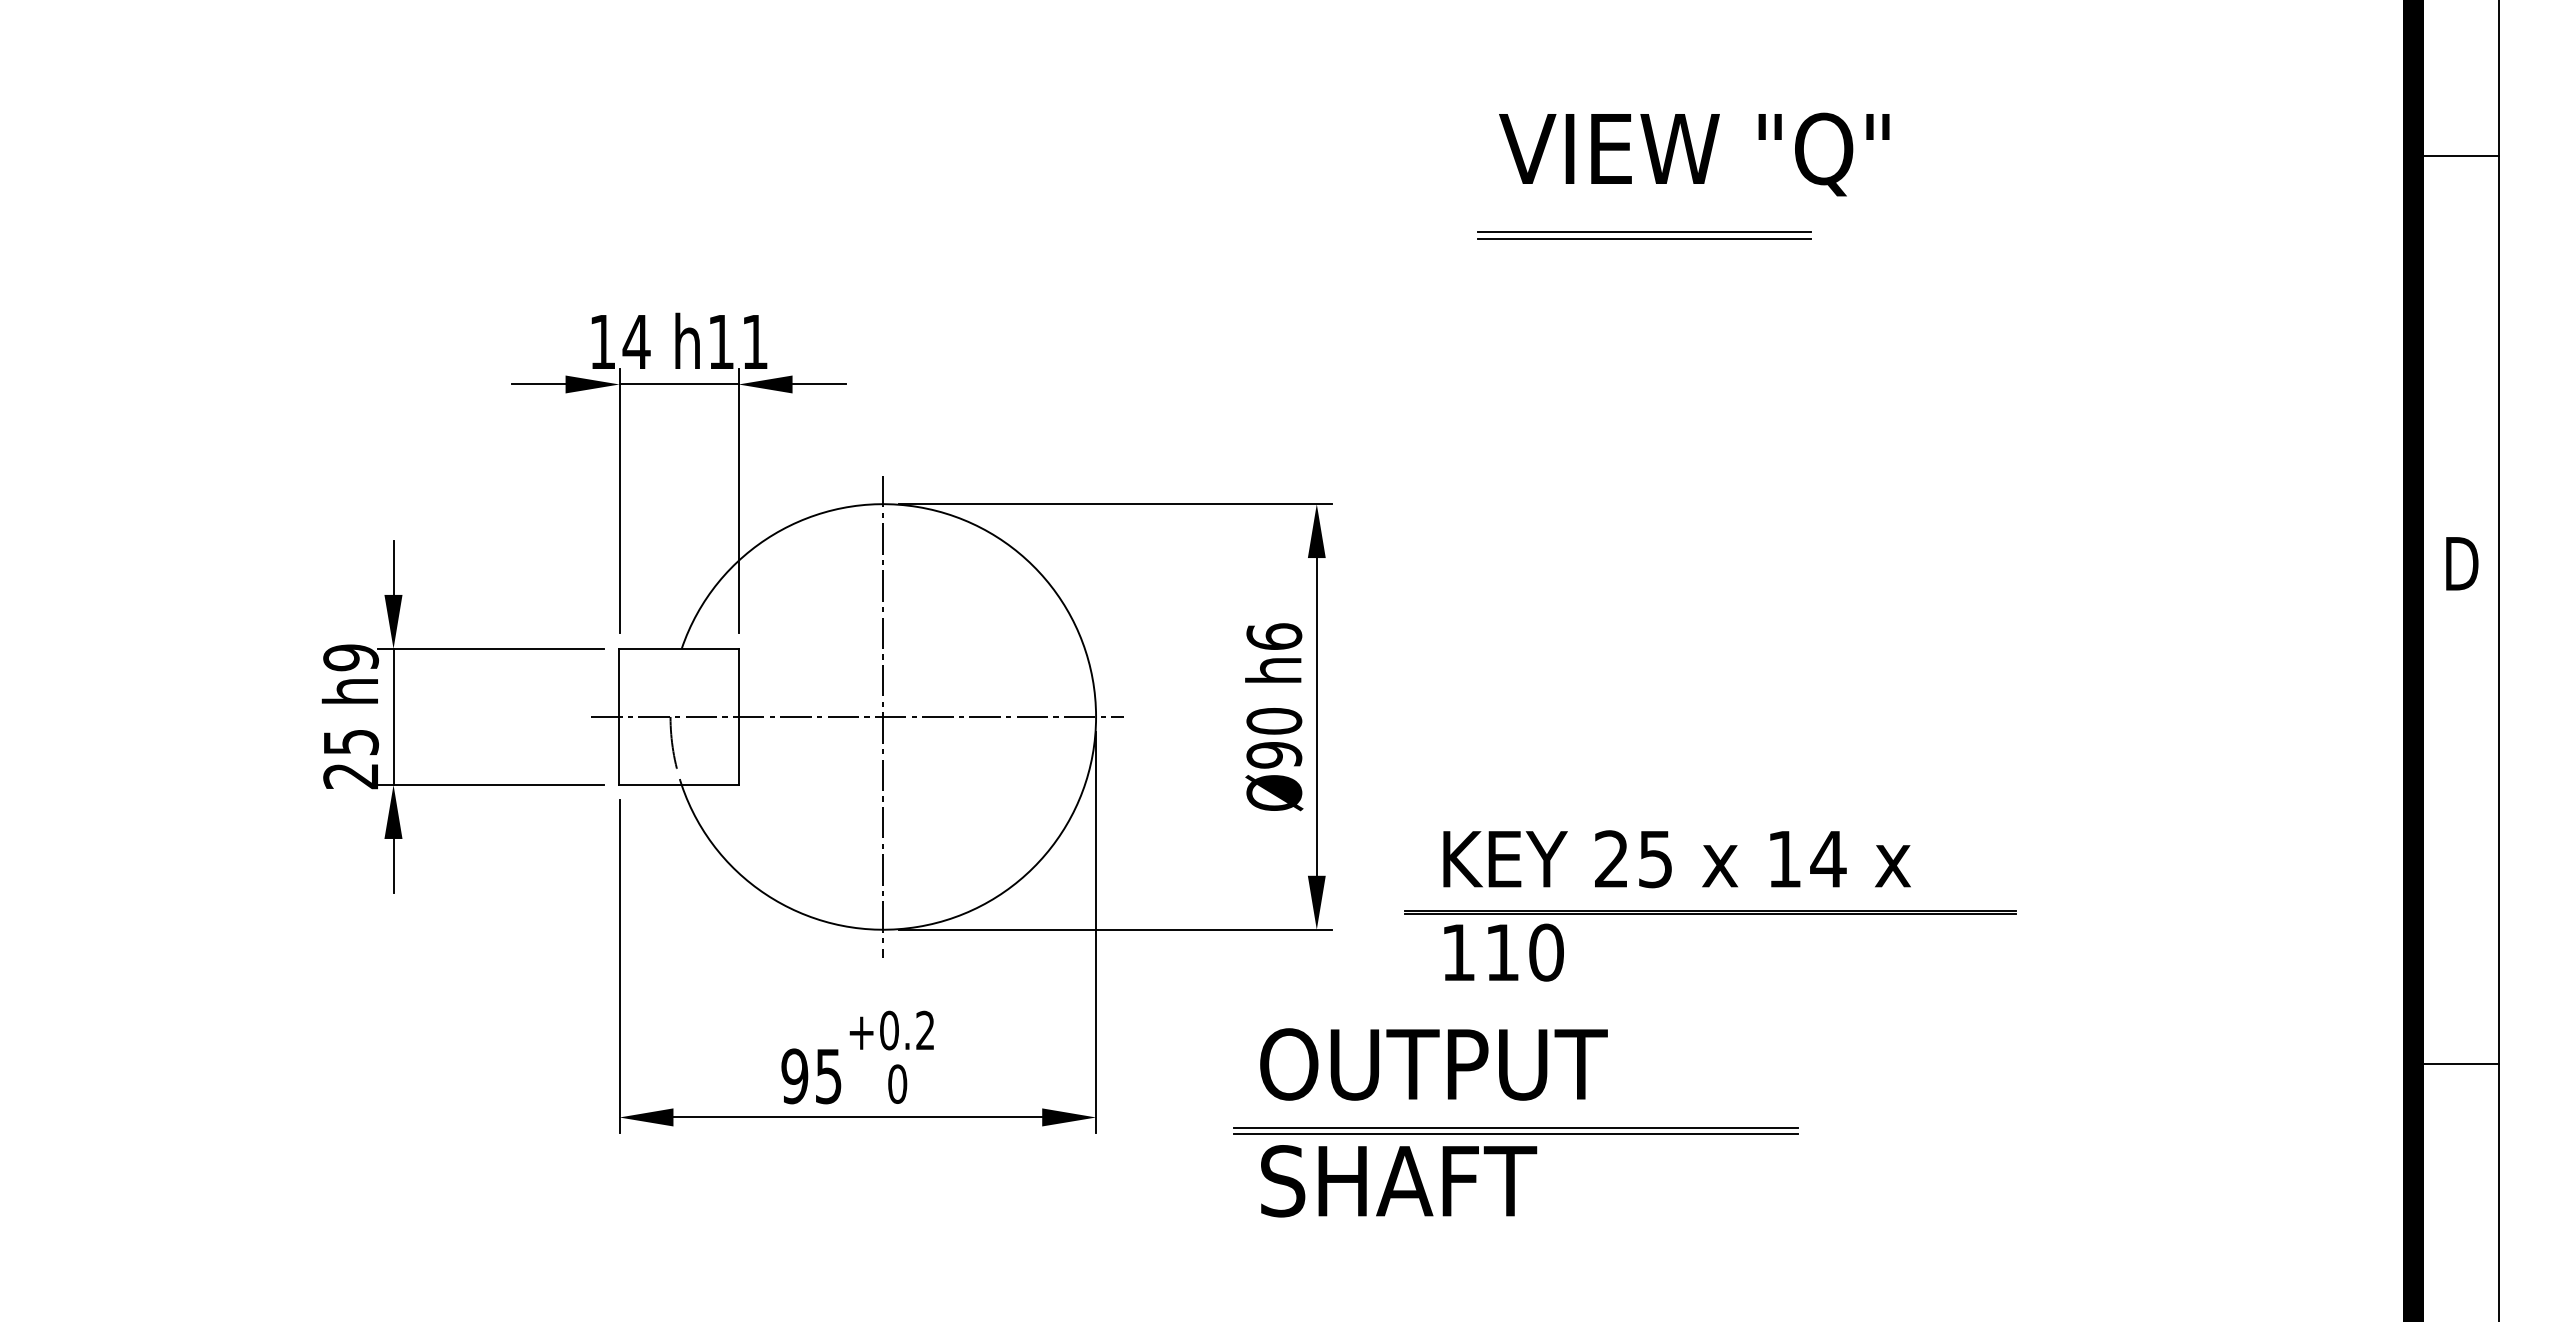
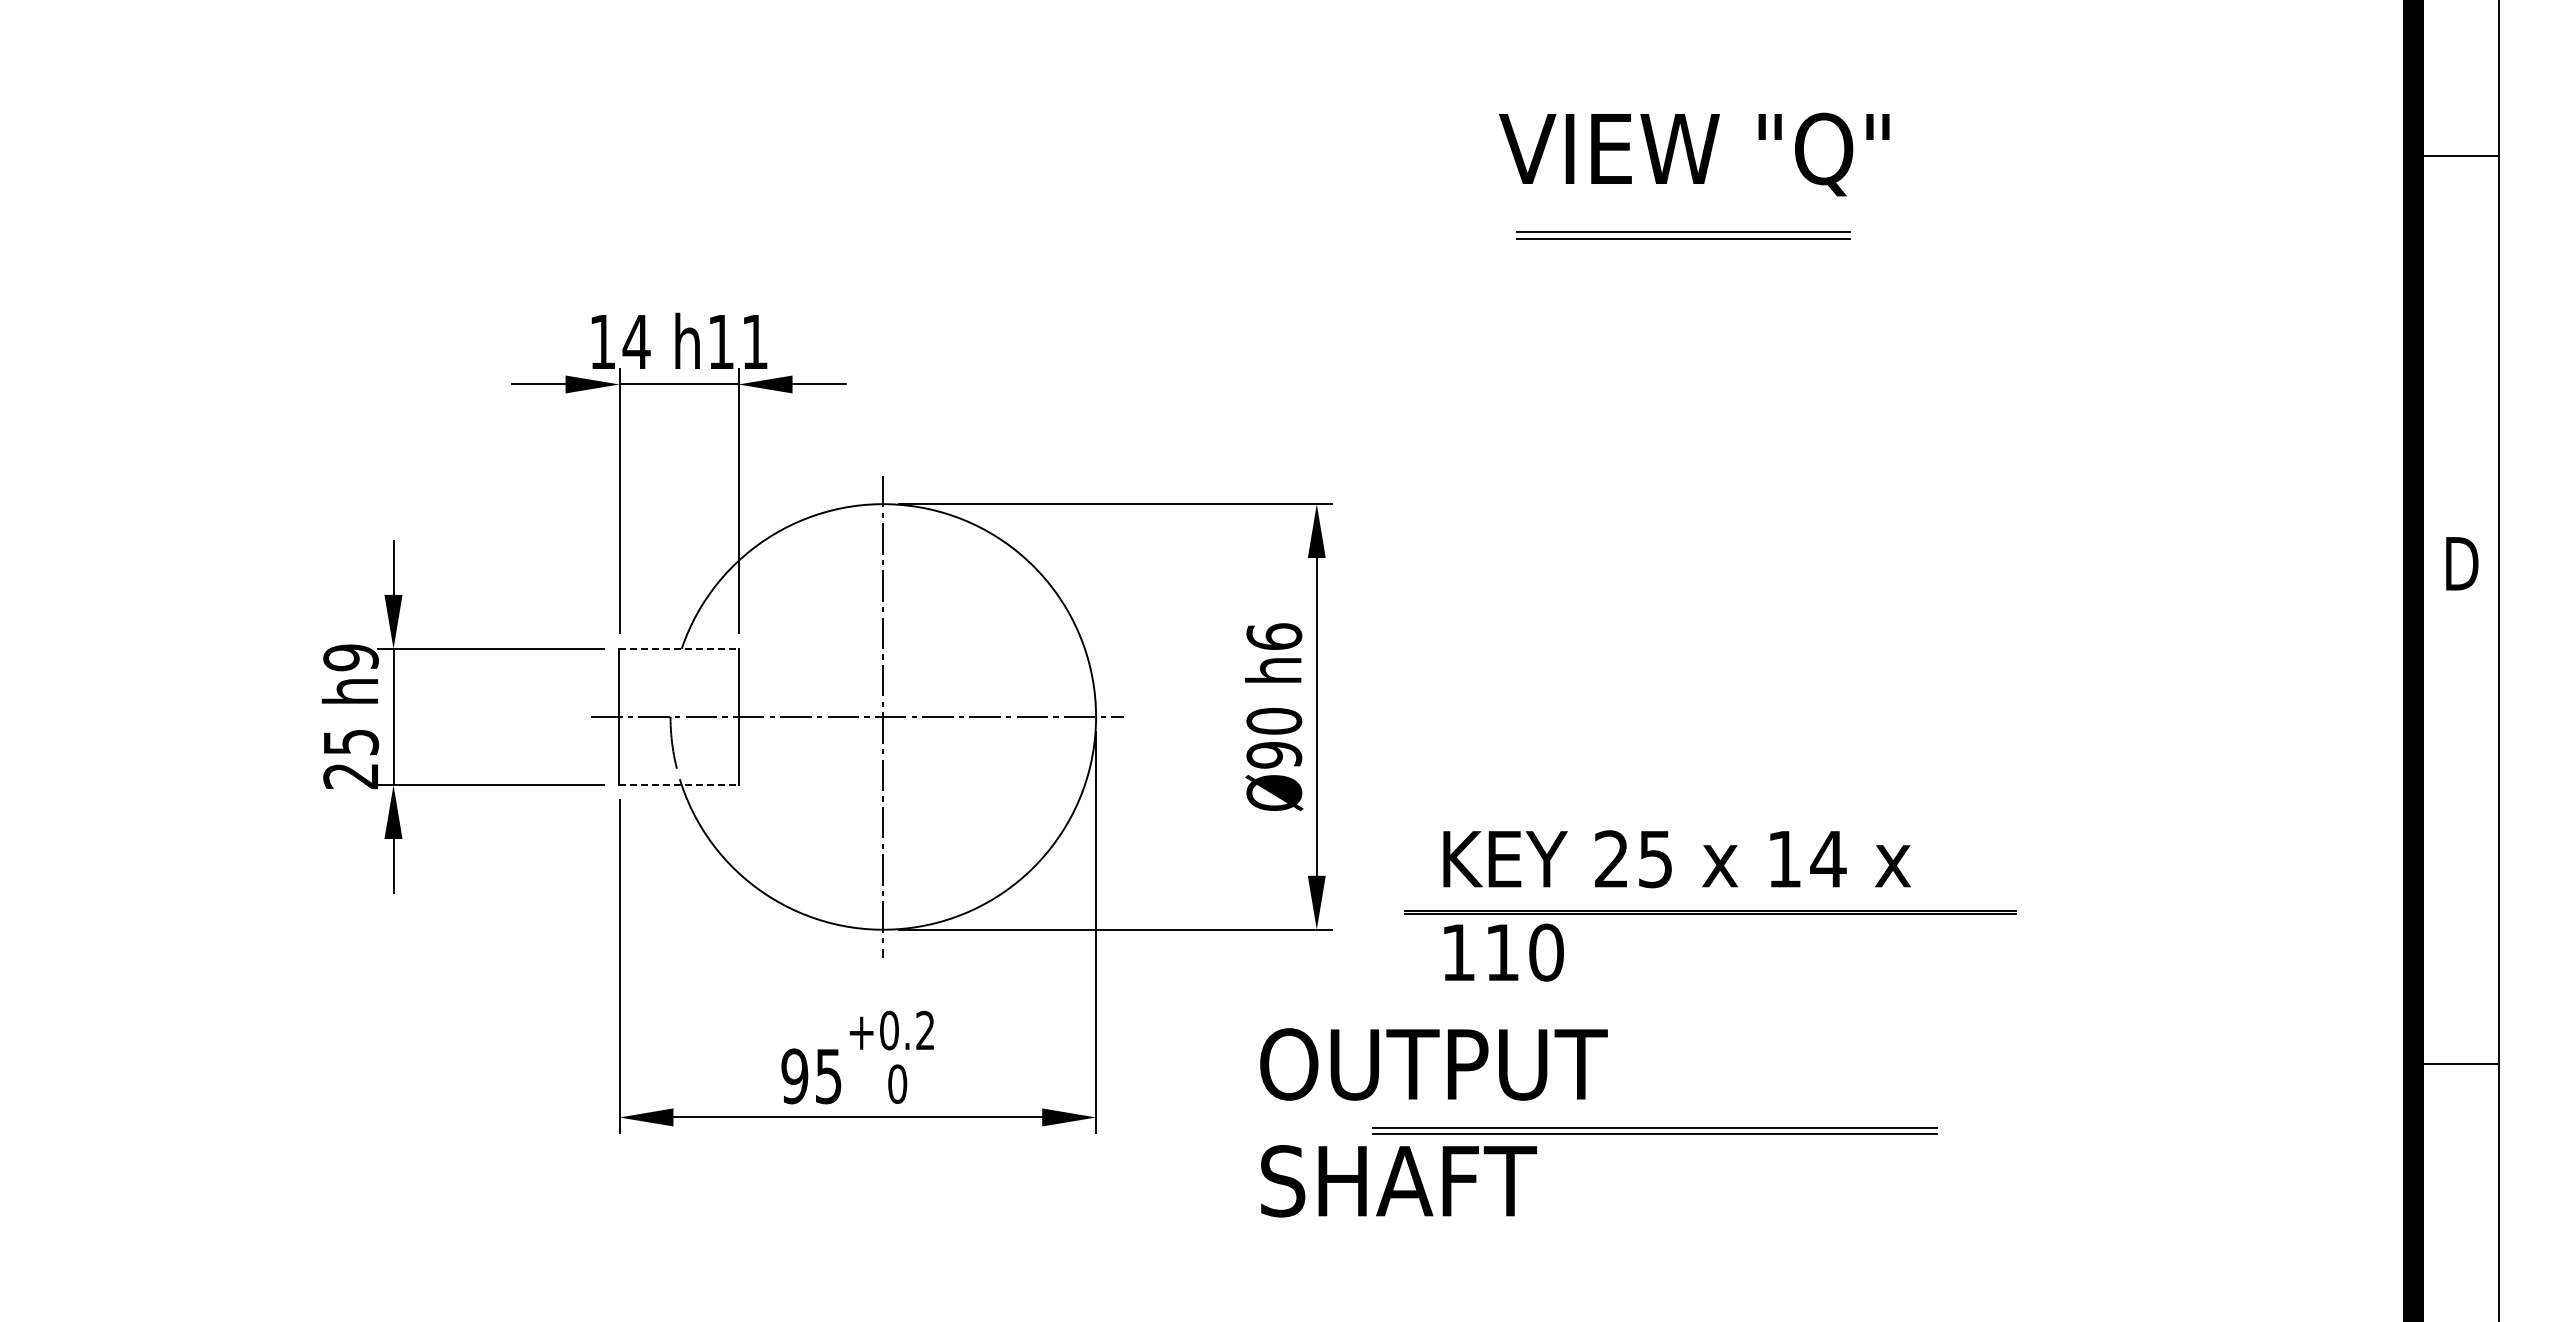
part at (1644, 235) position: (1644, 235) -> (1683, 235)
line at (679, 648): solid -> dashed
line at (679, 785): solid -> dashed
part at (1515, 1130) position: (1515, 1130) -> (1654, 1130)
